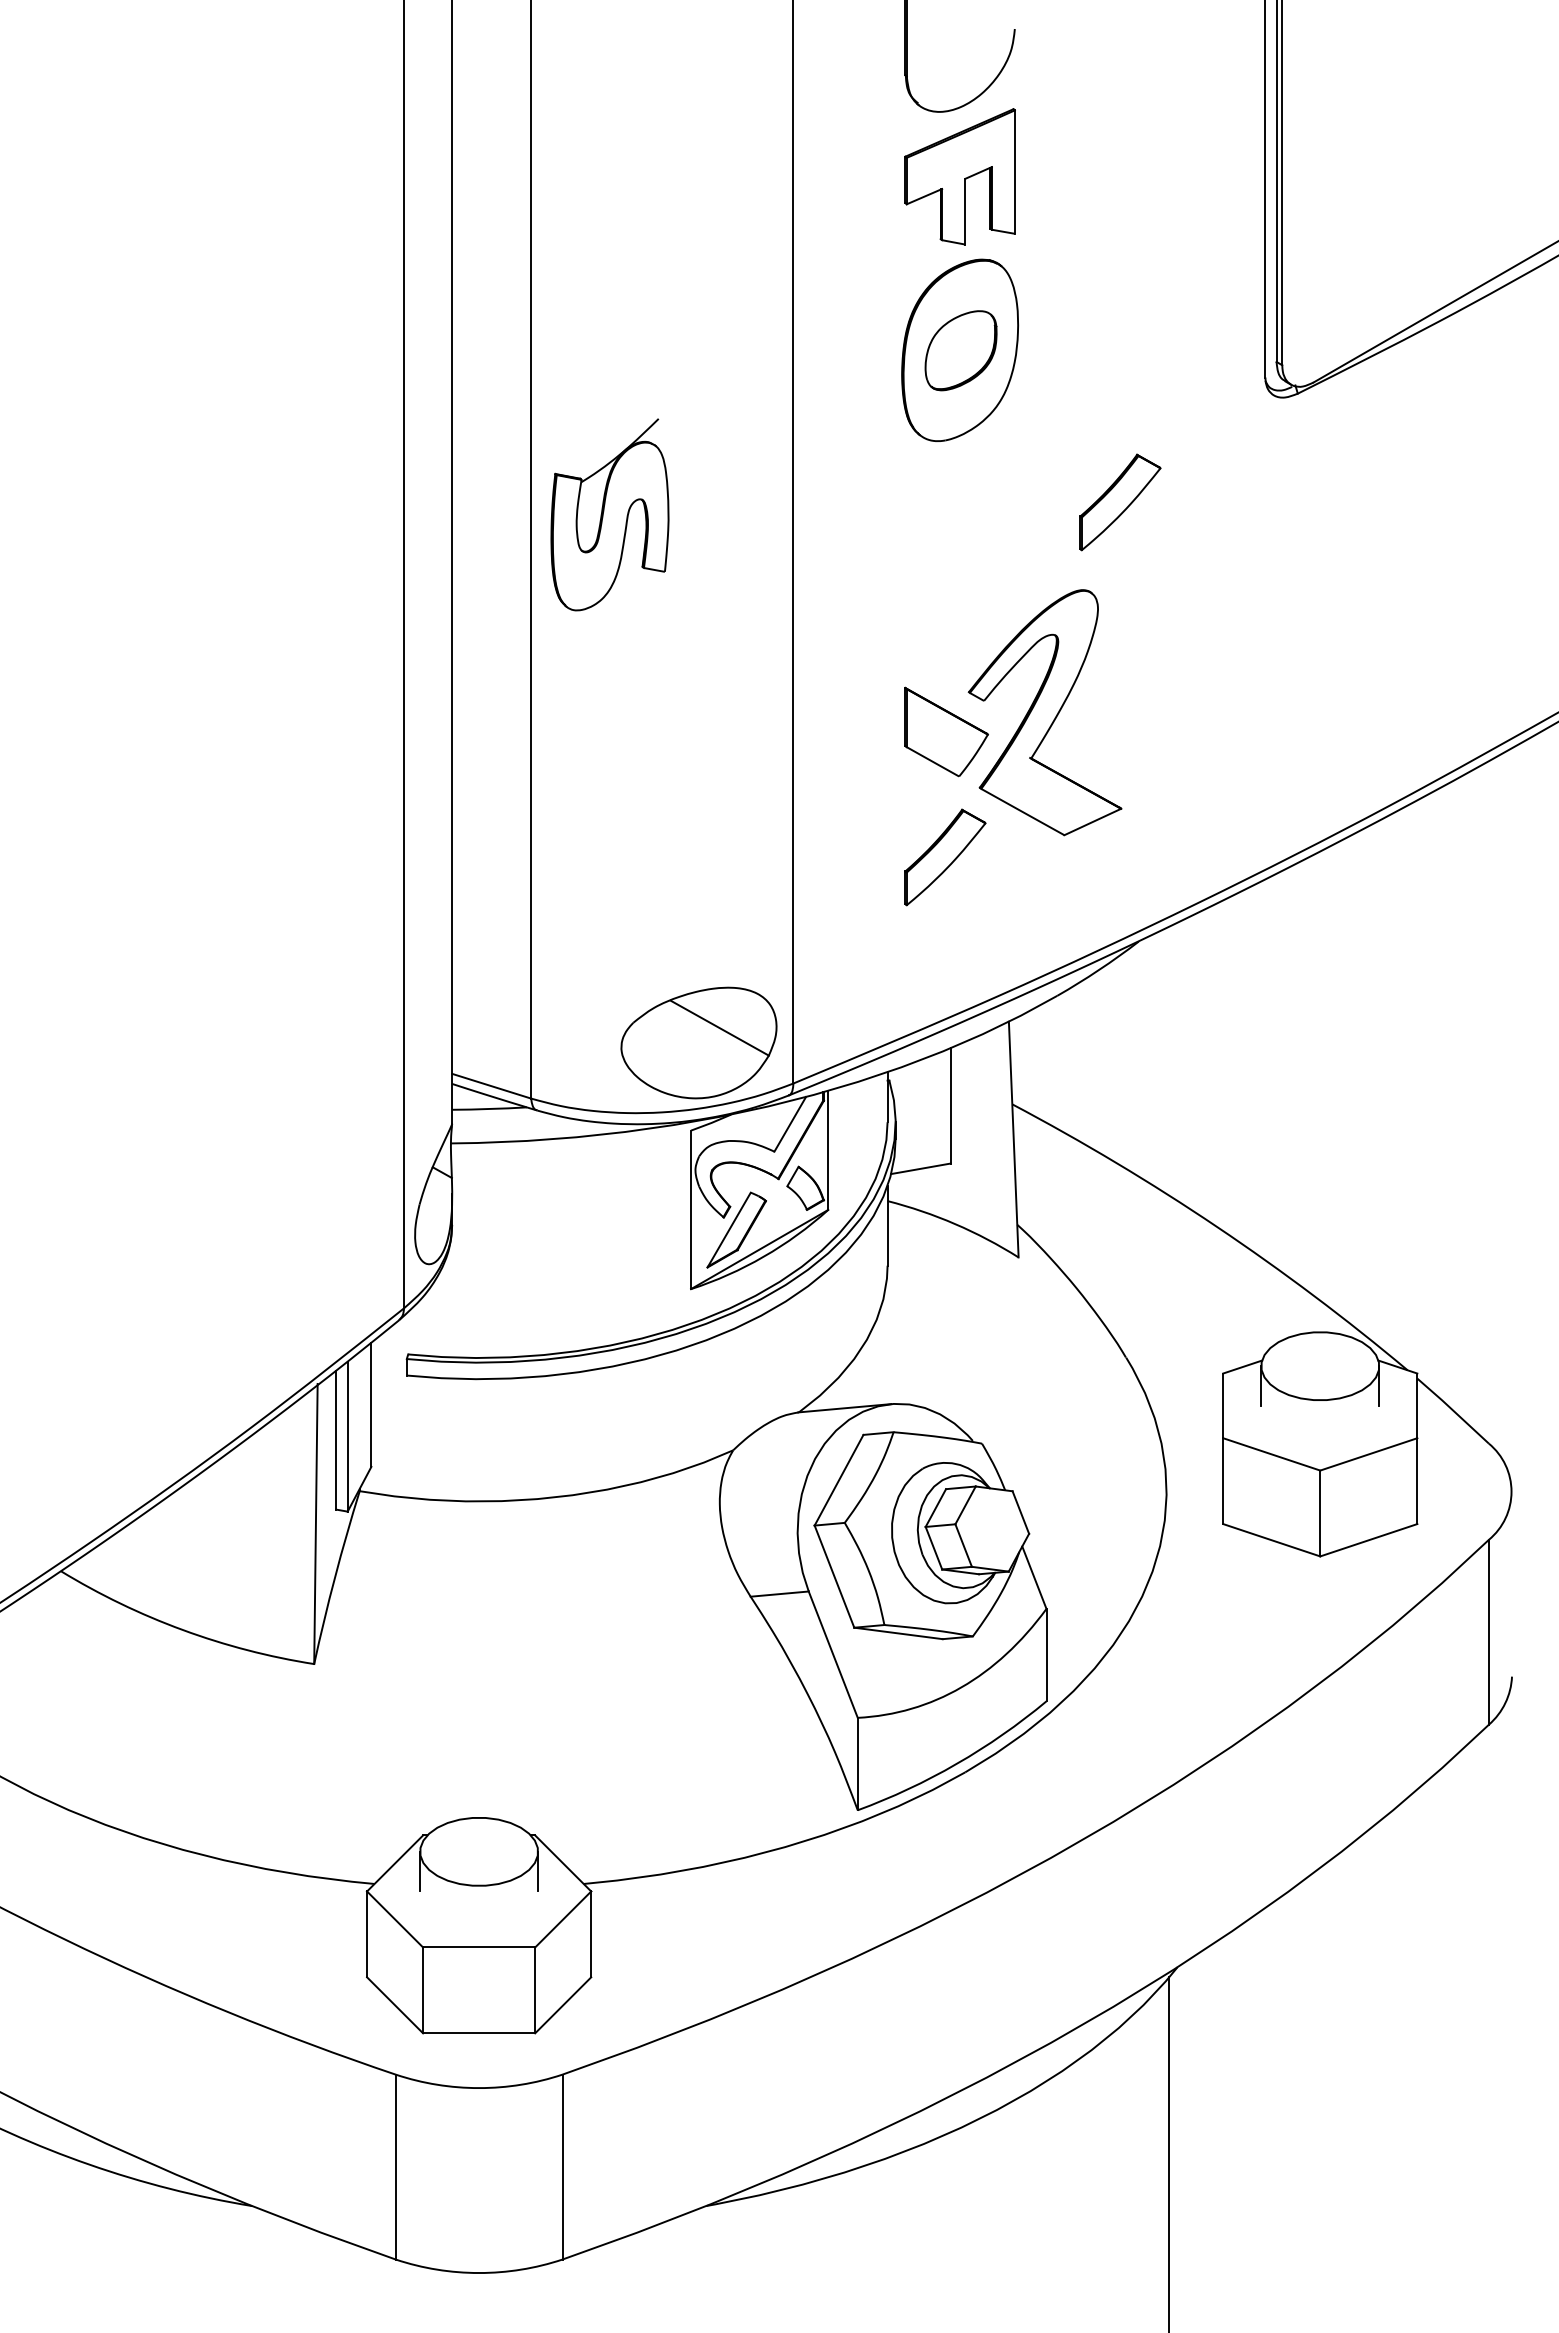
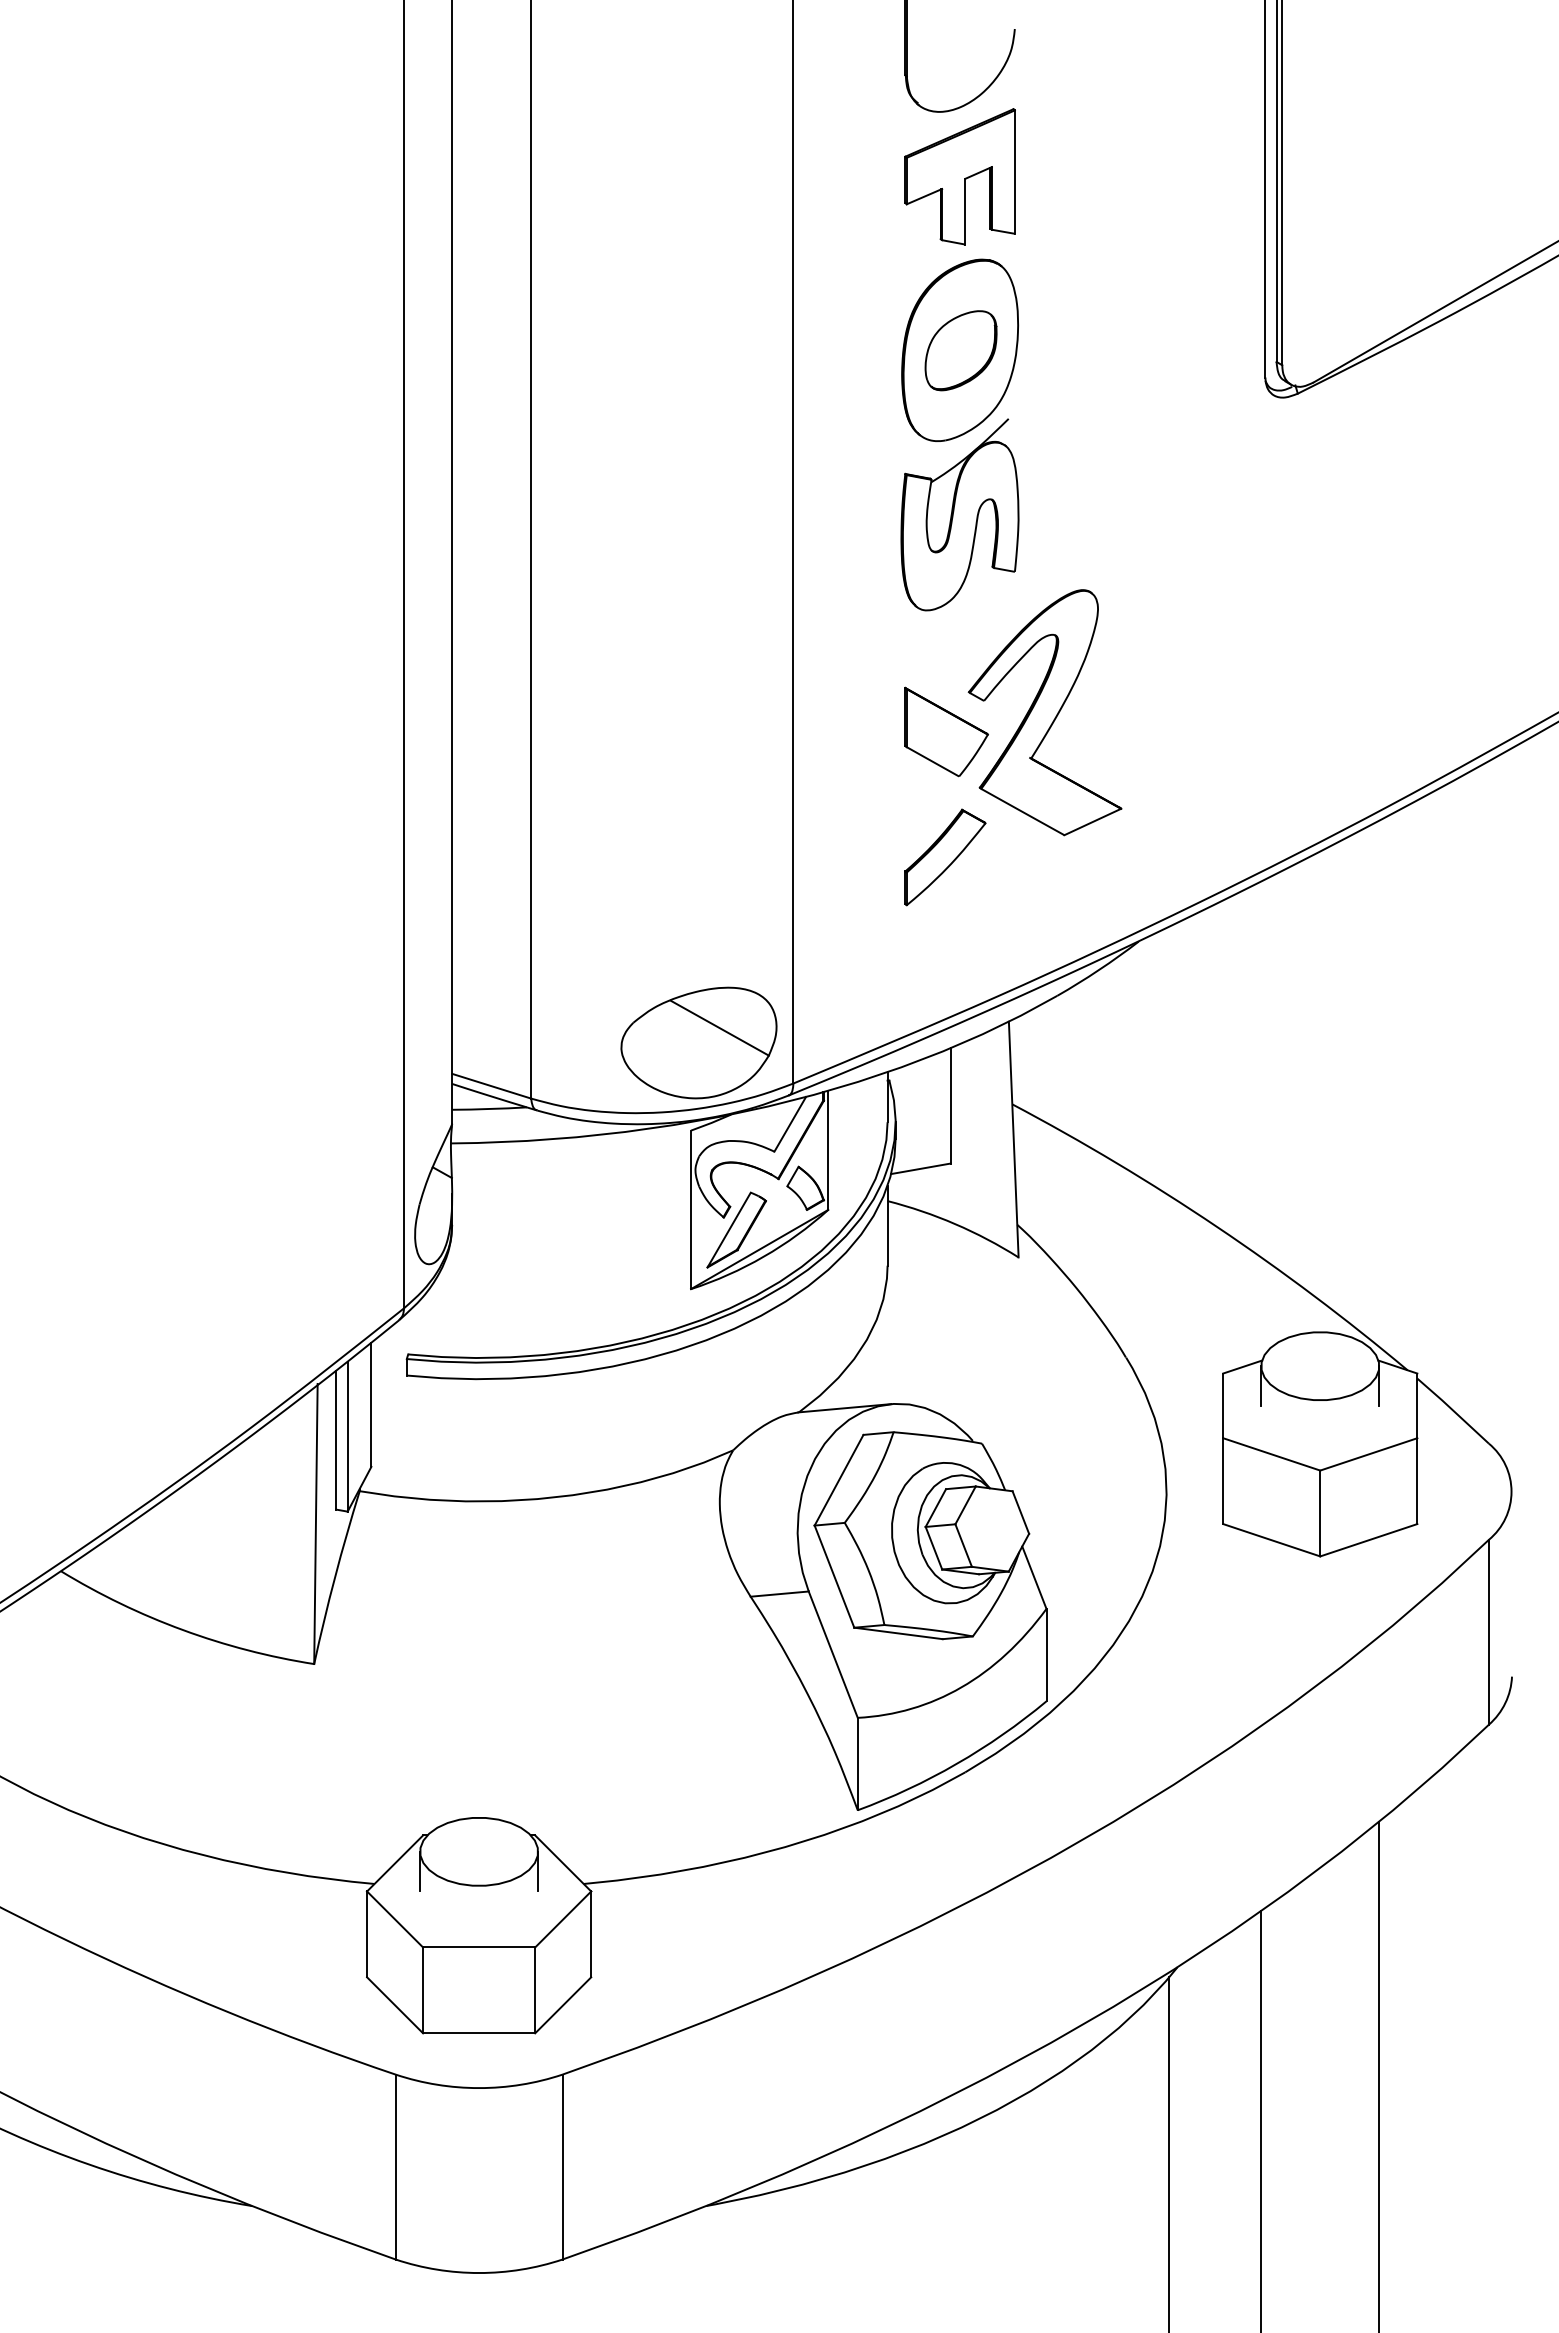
part at (1120, 502): present -> none
part at (609, 514) position: (609, 514) -> (959, 514)
line at (1379, 2075): none -> present
line at (1261, 2120): none -> present
